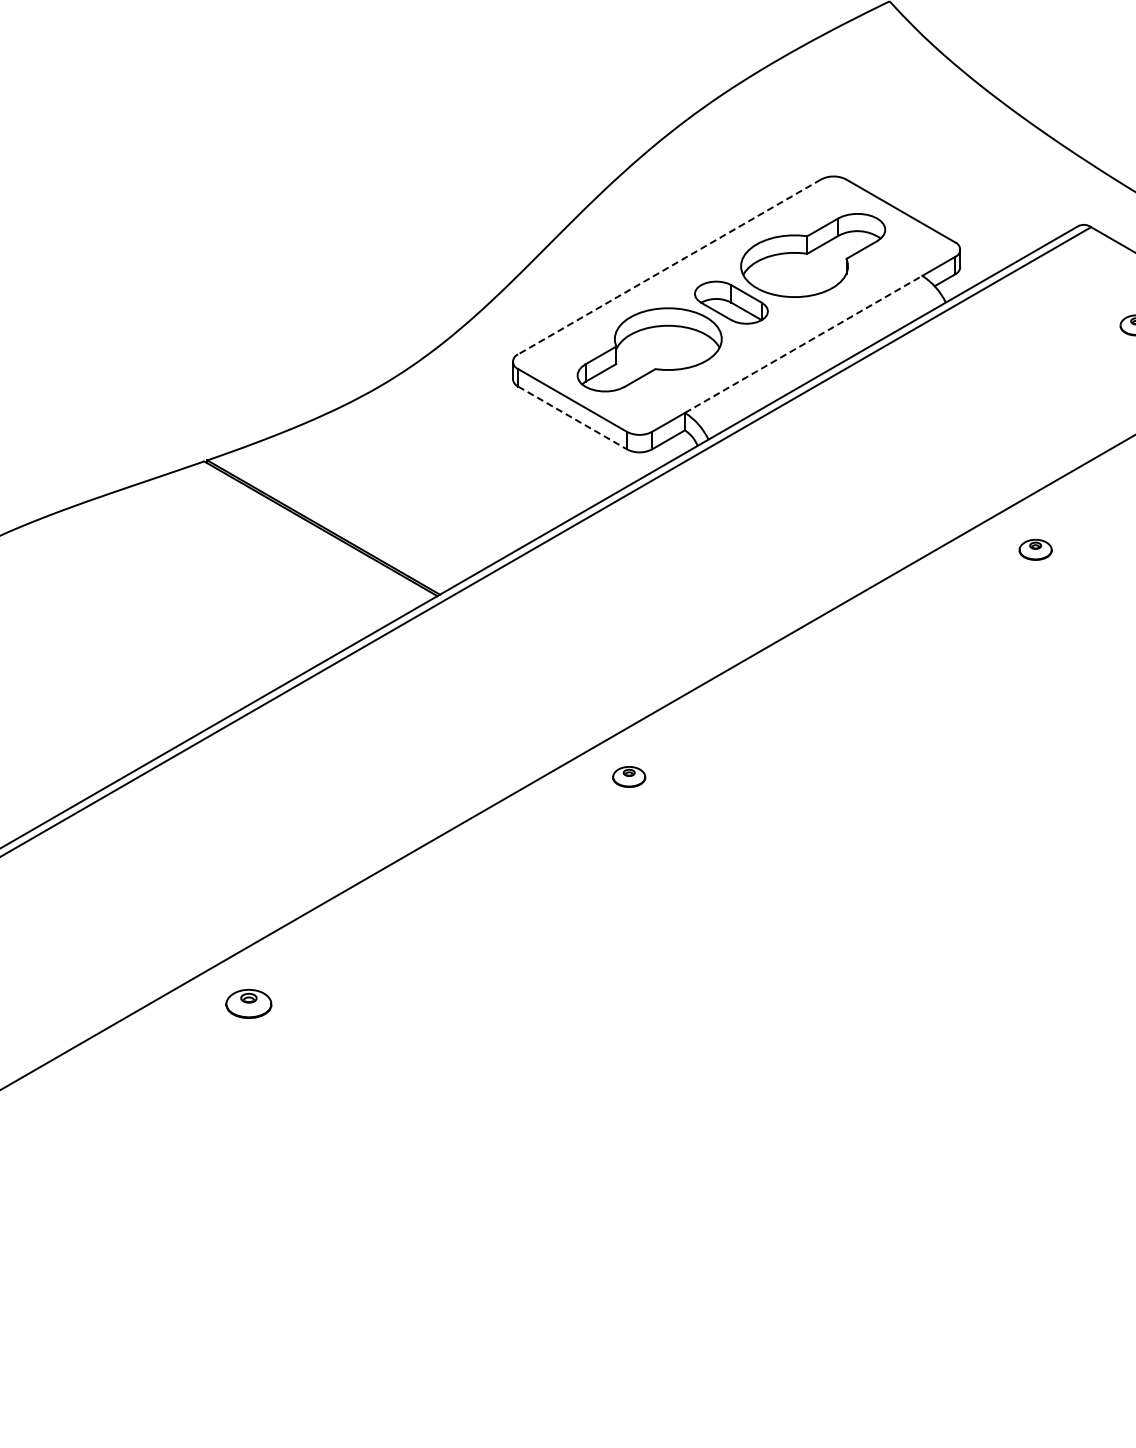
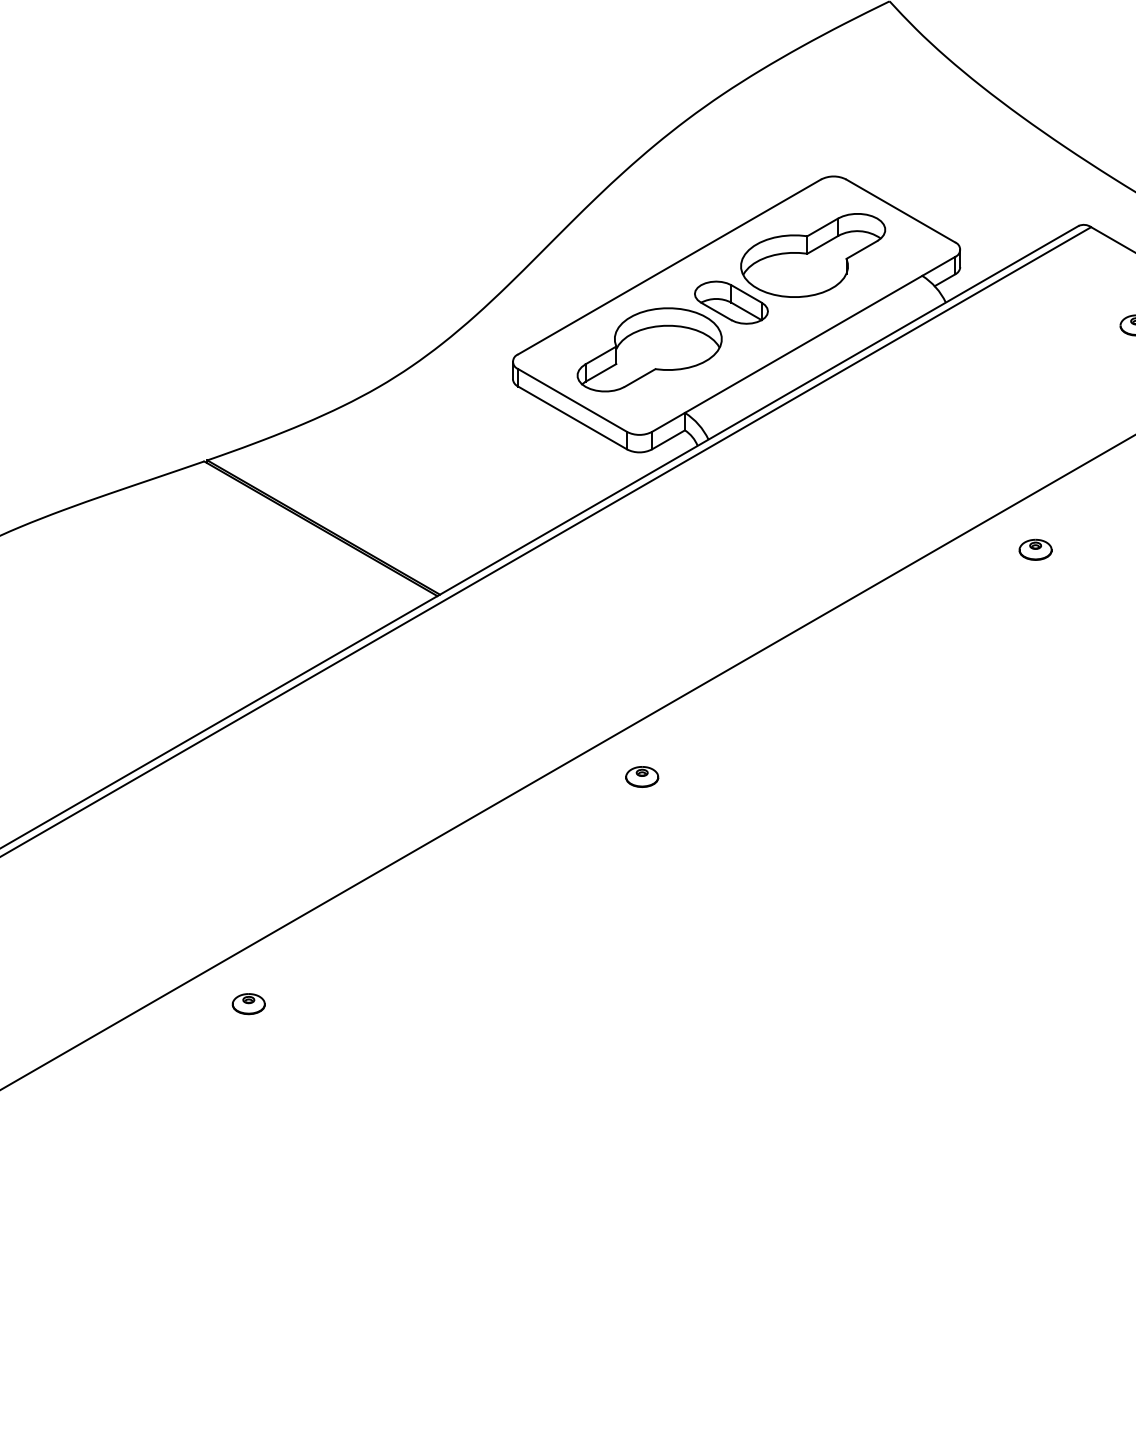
line at (669, 267): dashed -> solid
line at (804, 344): dashed -> solid
line at (572, 417): dashed -> solid
part at (629, 776) position: (629, 776) -> (642, 776)
part at (248, 1003) size: 48x30 px -> 35x23 px
